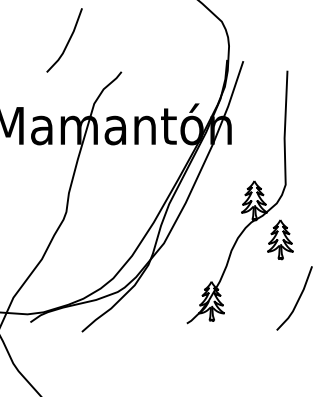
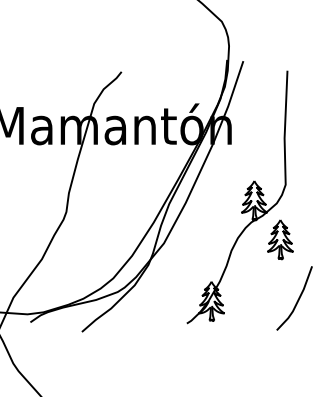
line at (67, 41): present -> none
